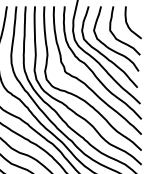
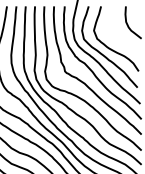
curve at (119, 39): present -> none
